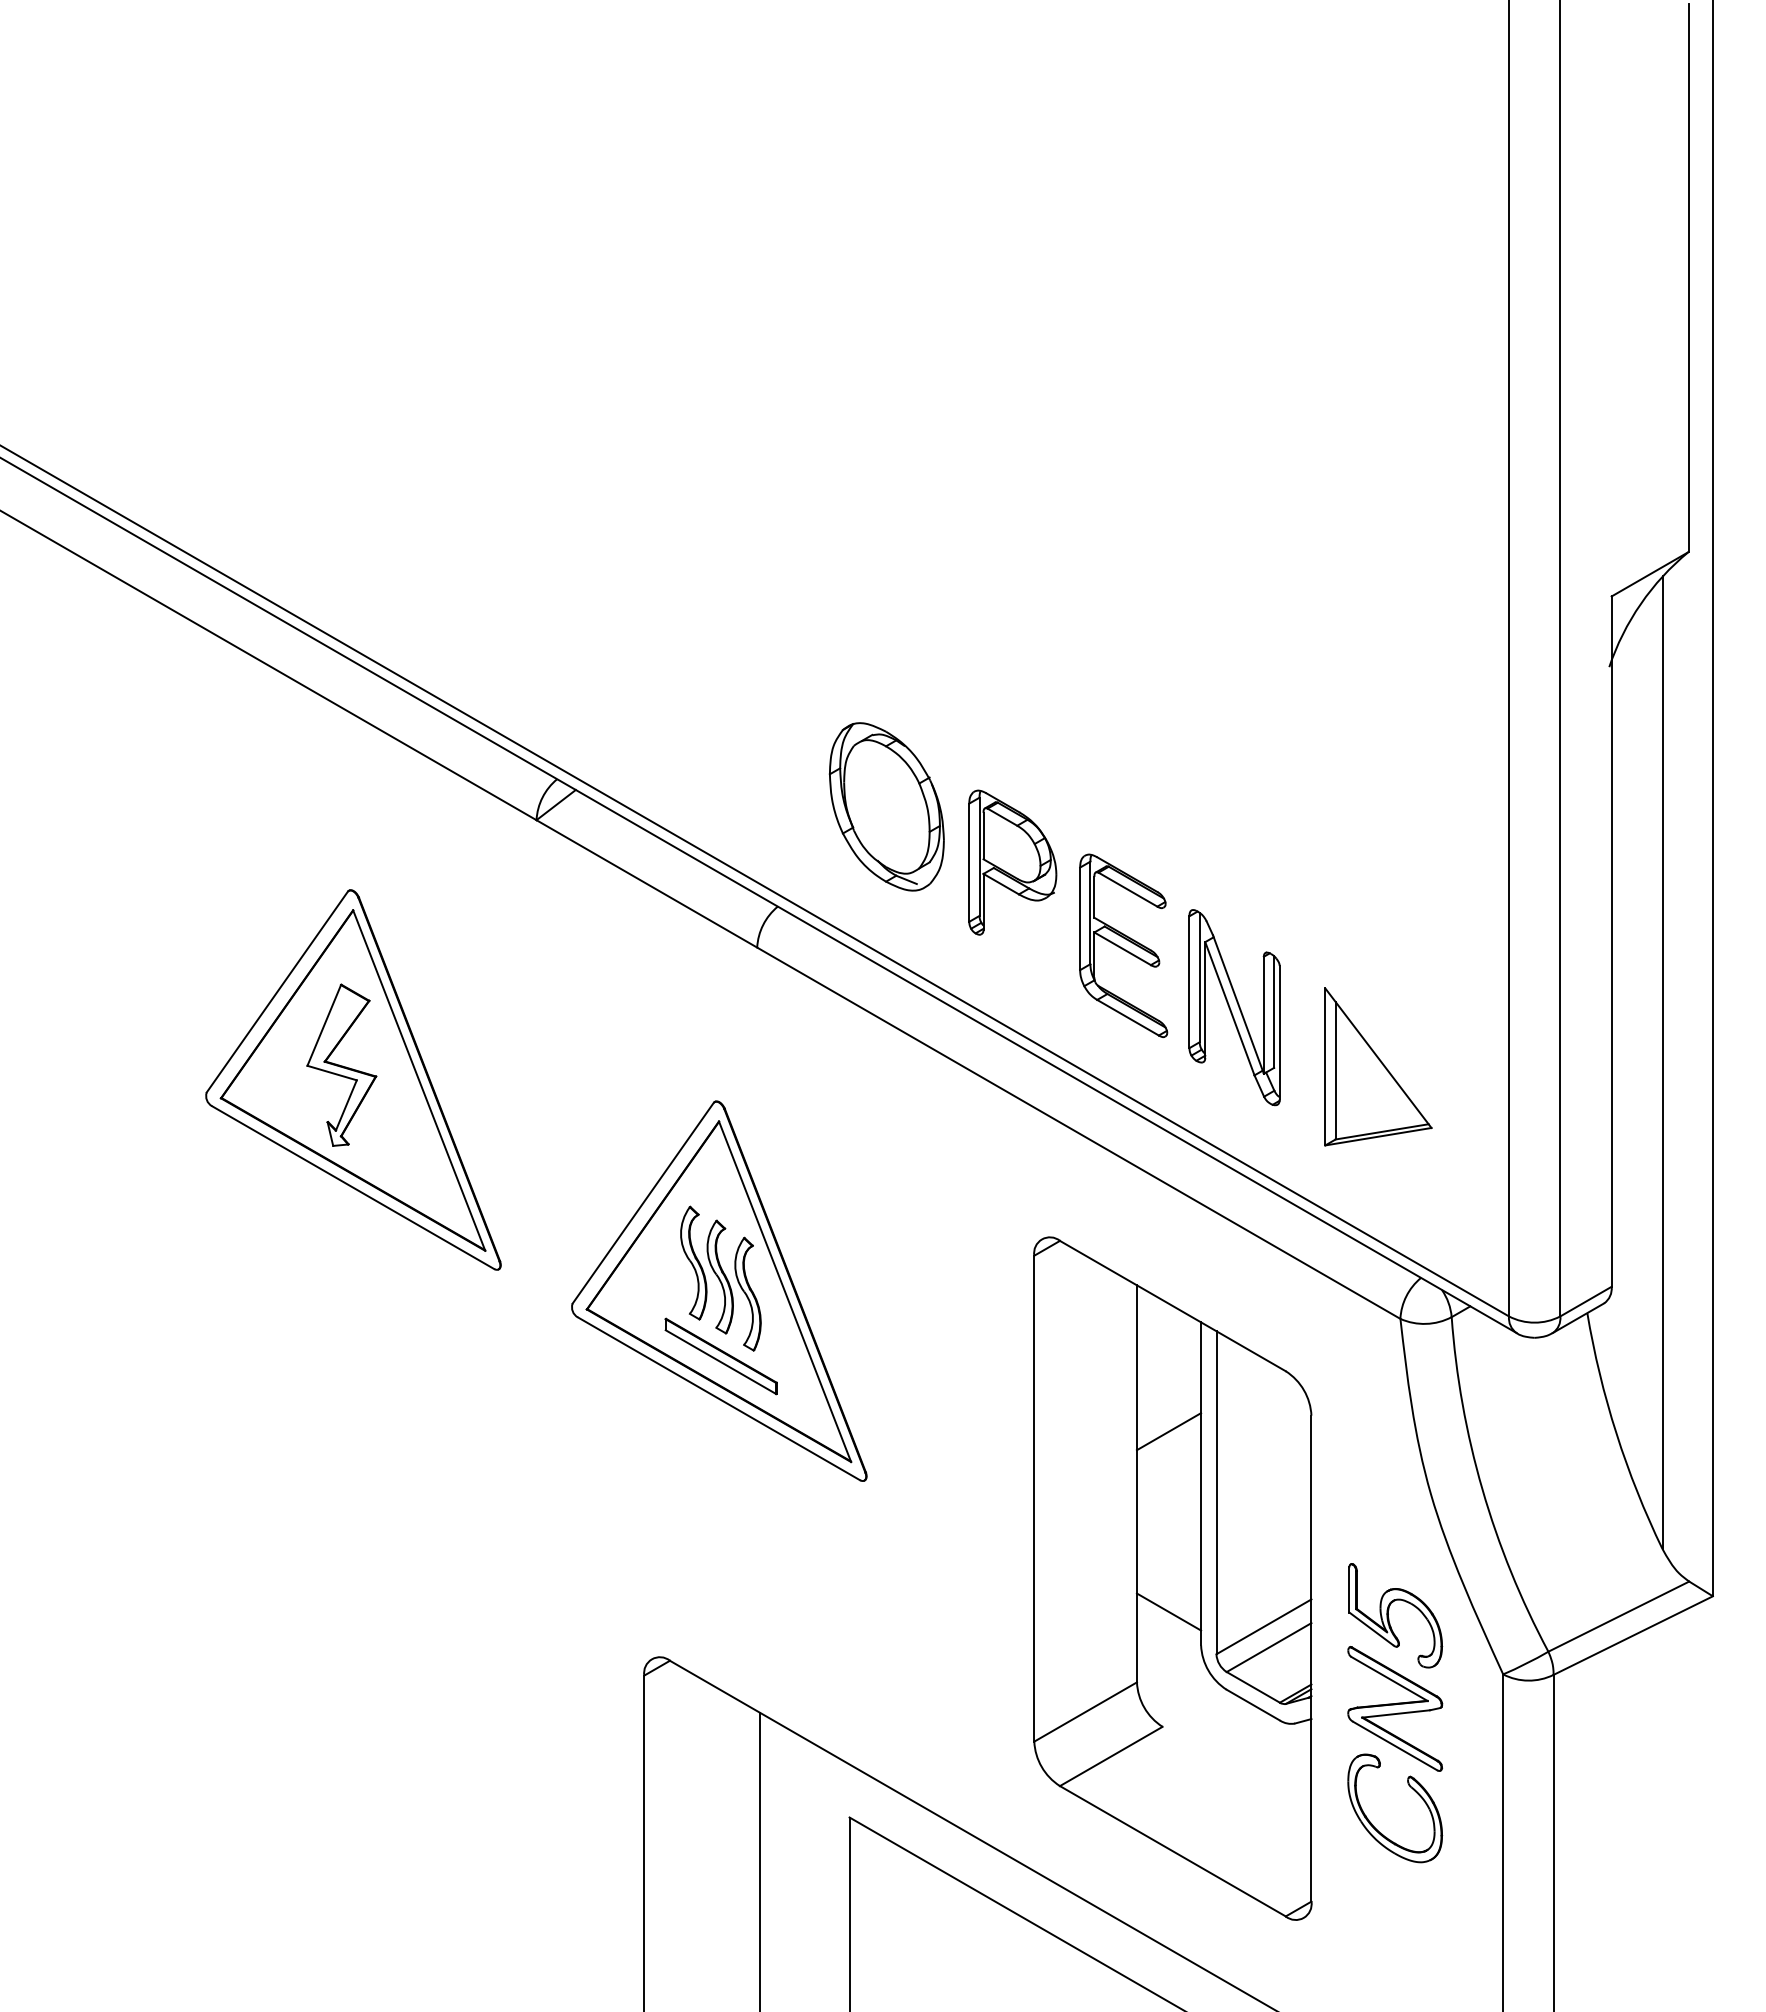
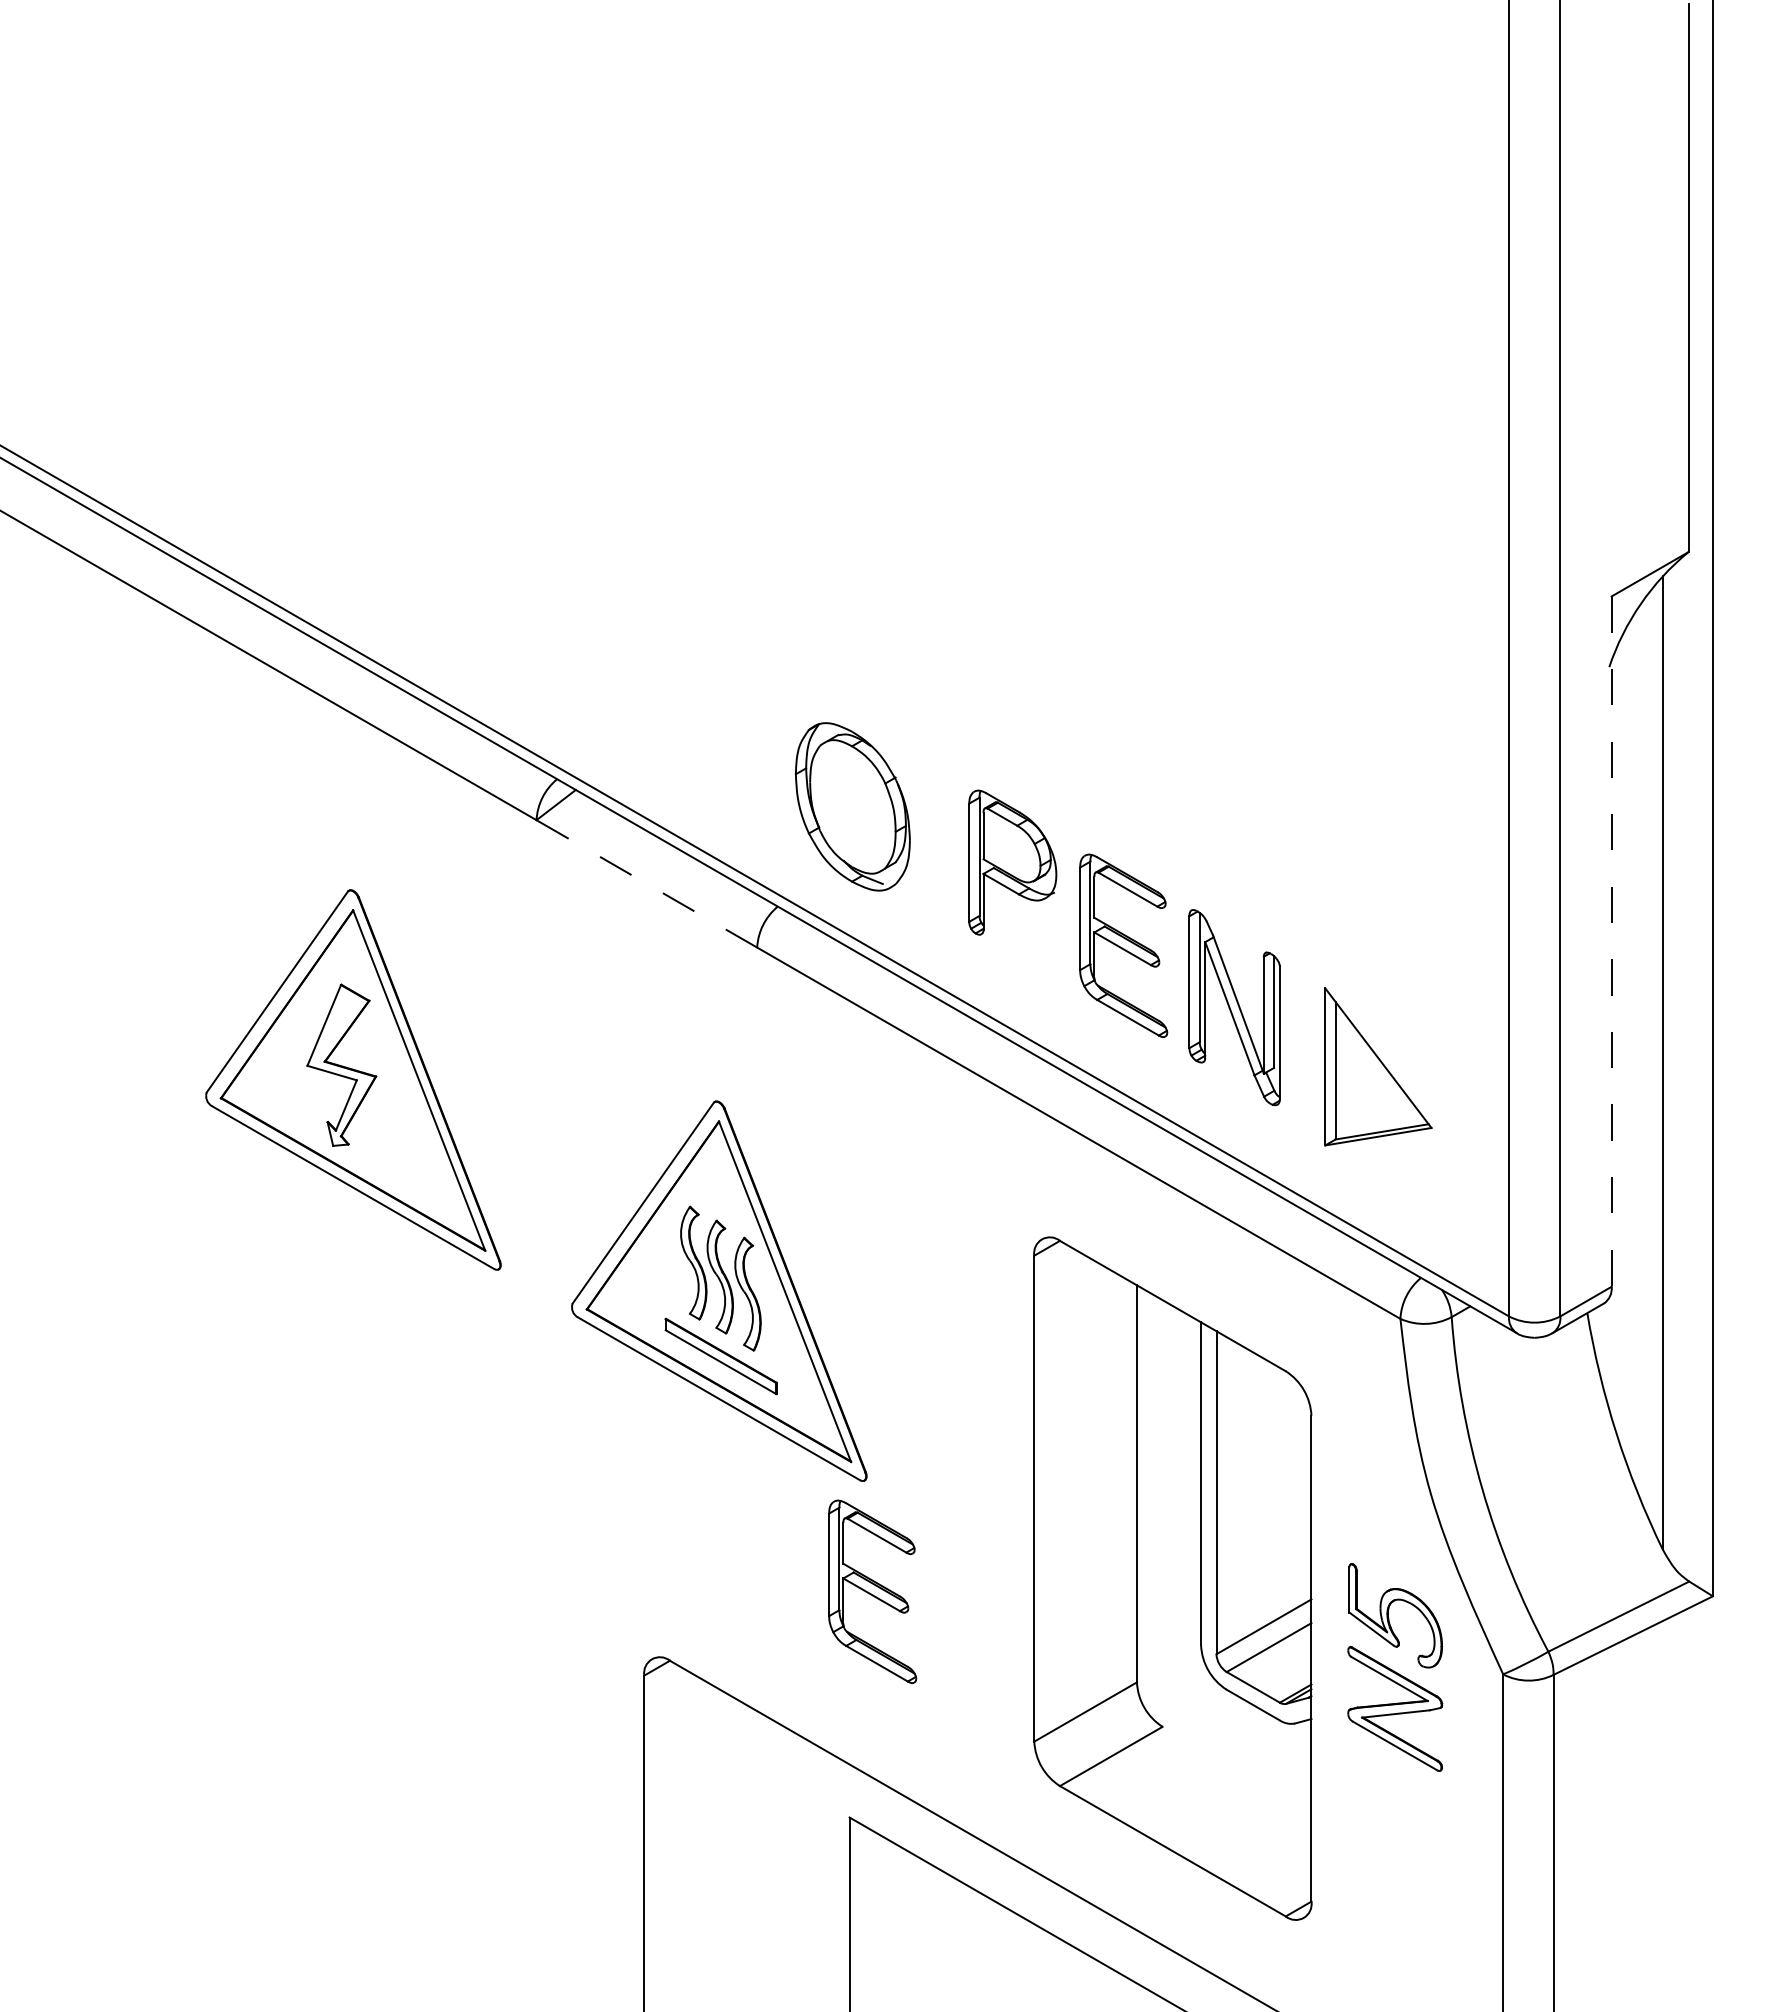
part at (886, 806) position: (886, 806) -> (852, 806)
line at (646, 883): solid -> dashed
line at (1611, 942): solid -> dashed
line at (1168, 1431): present -> none
part at (872, 1591): none -> present
line at (1168, 1611): present -> none
part at (1413, 1790): present -> none
line at (759, 1860): present -> none
